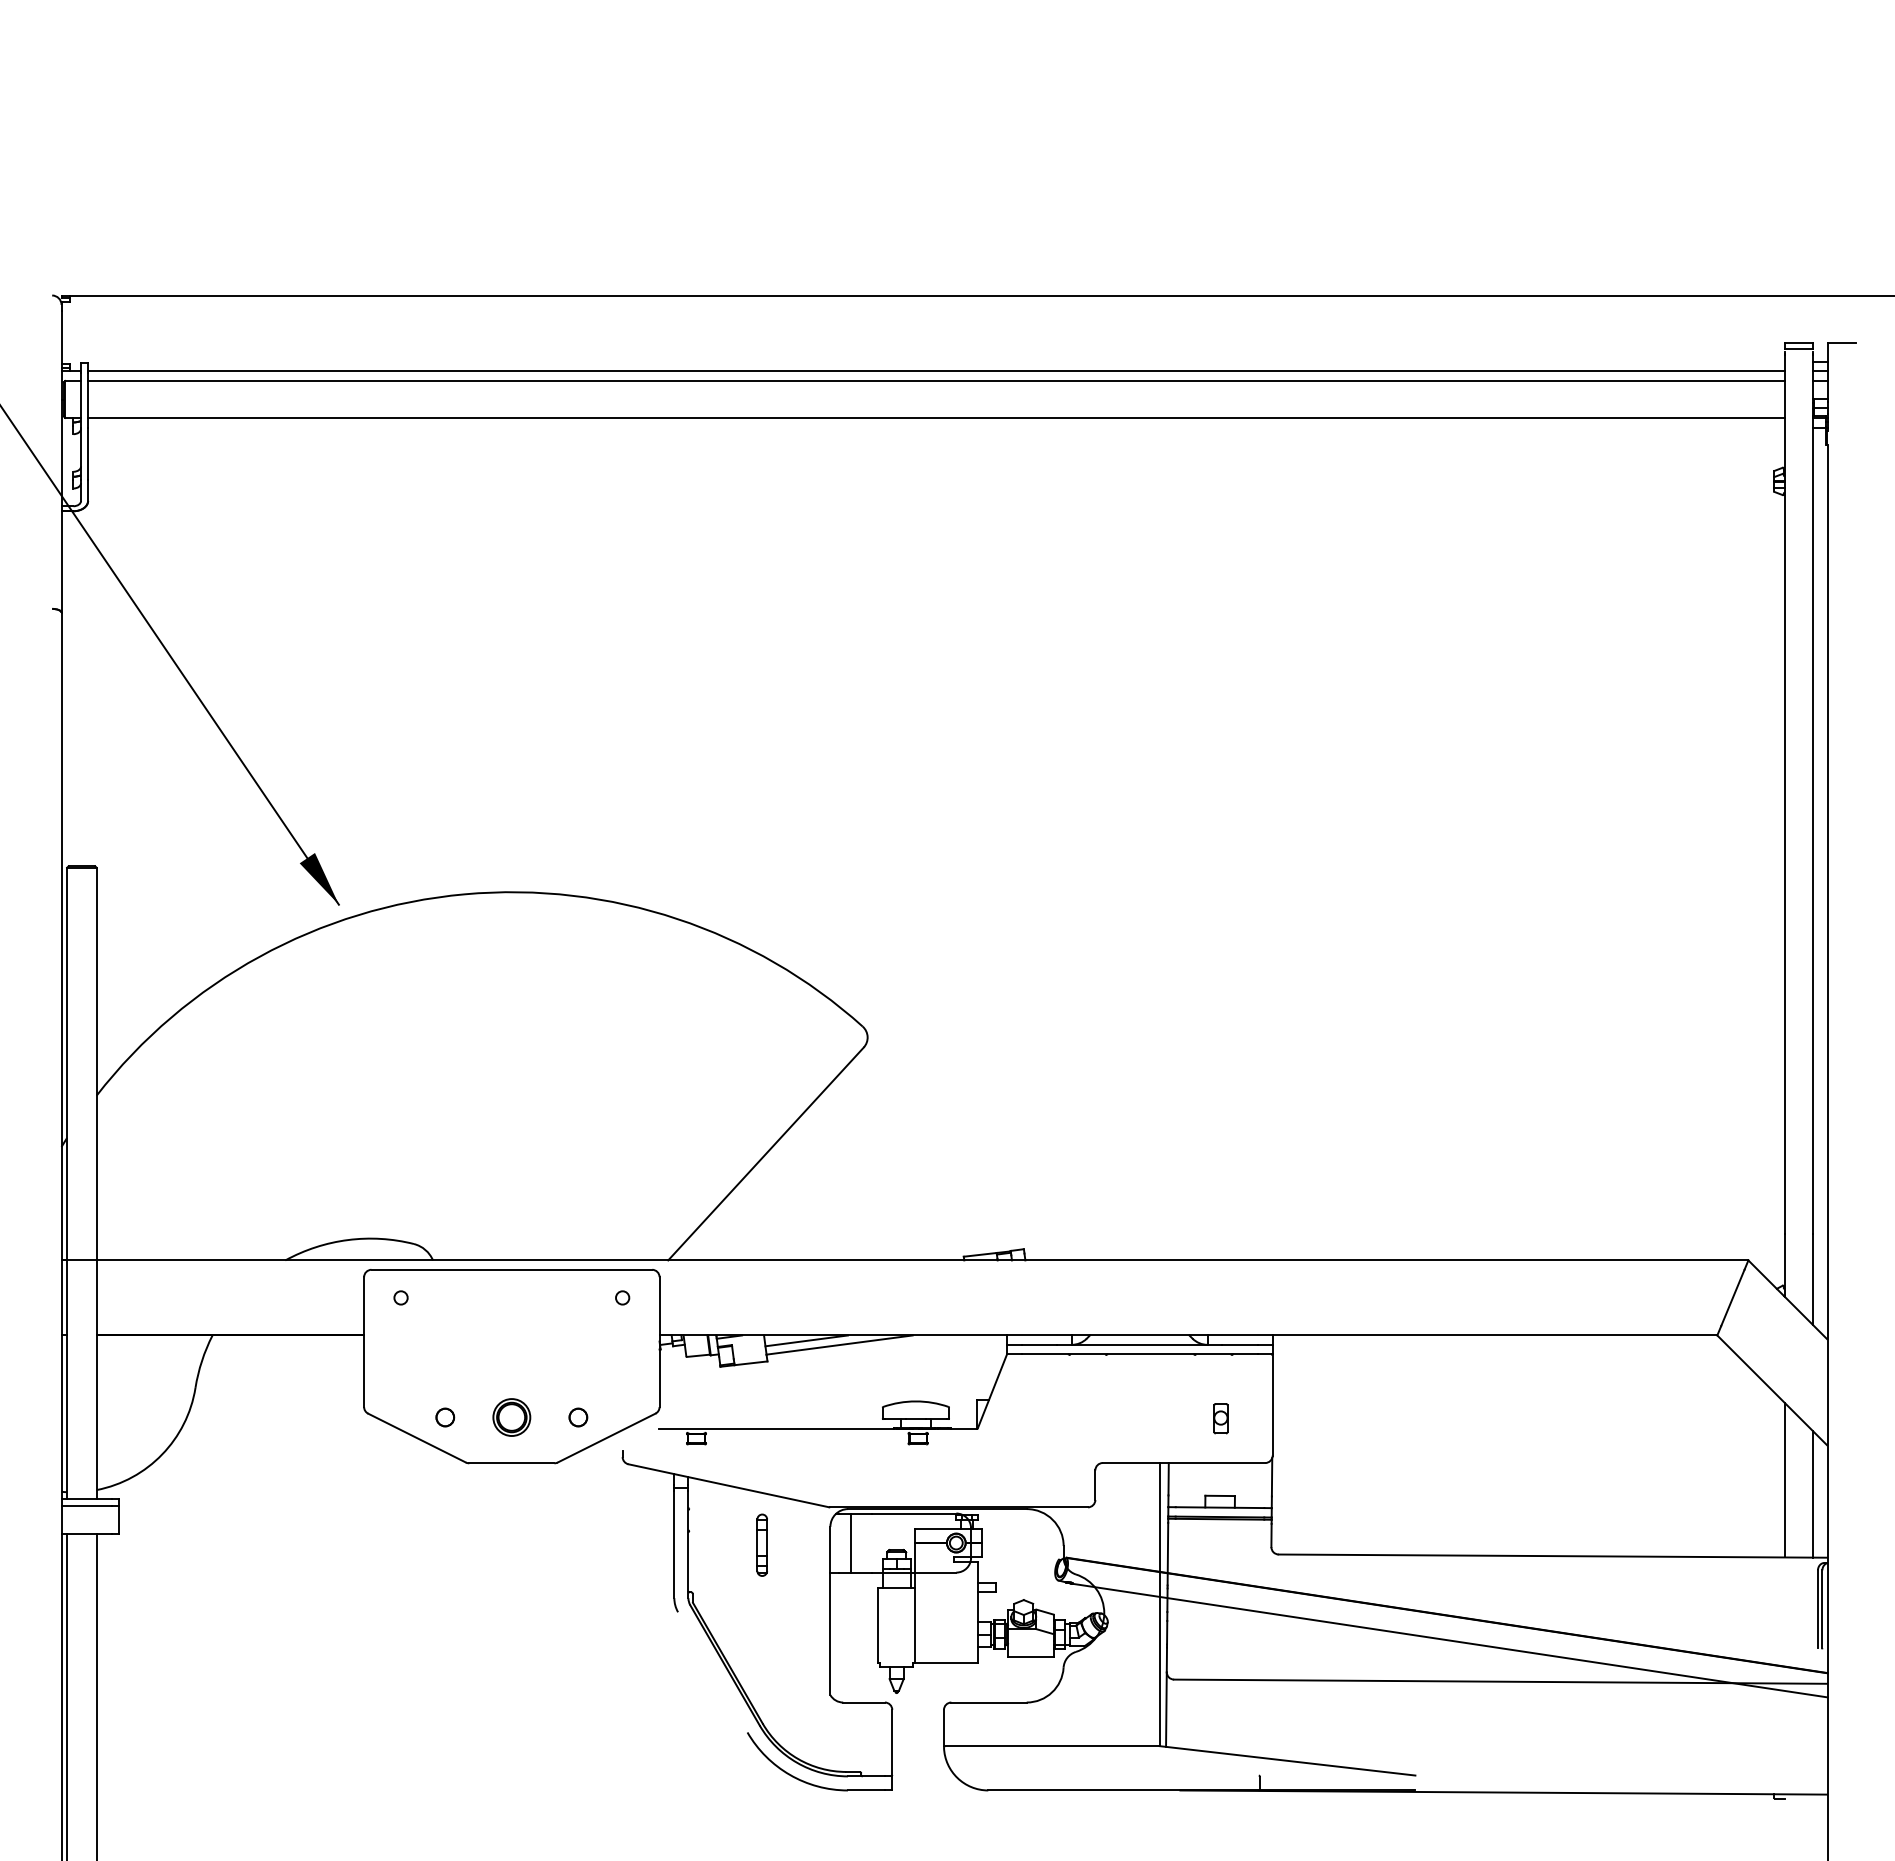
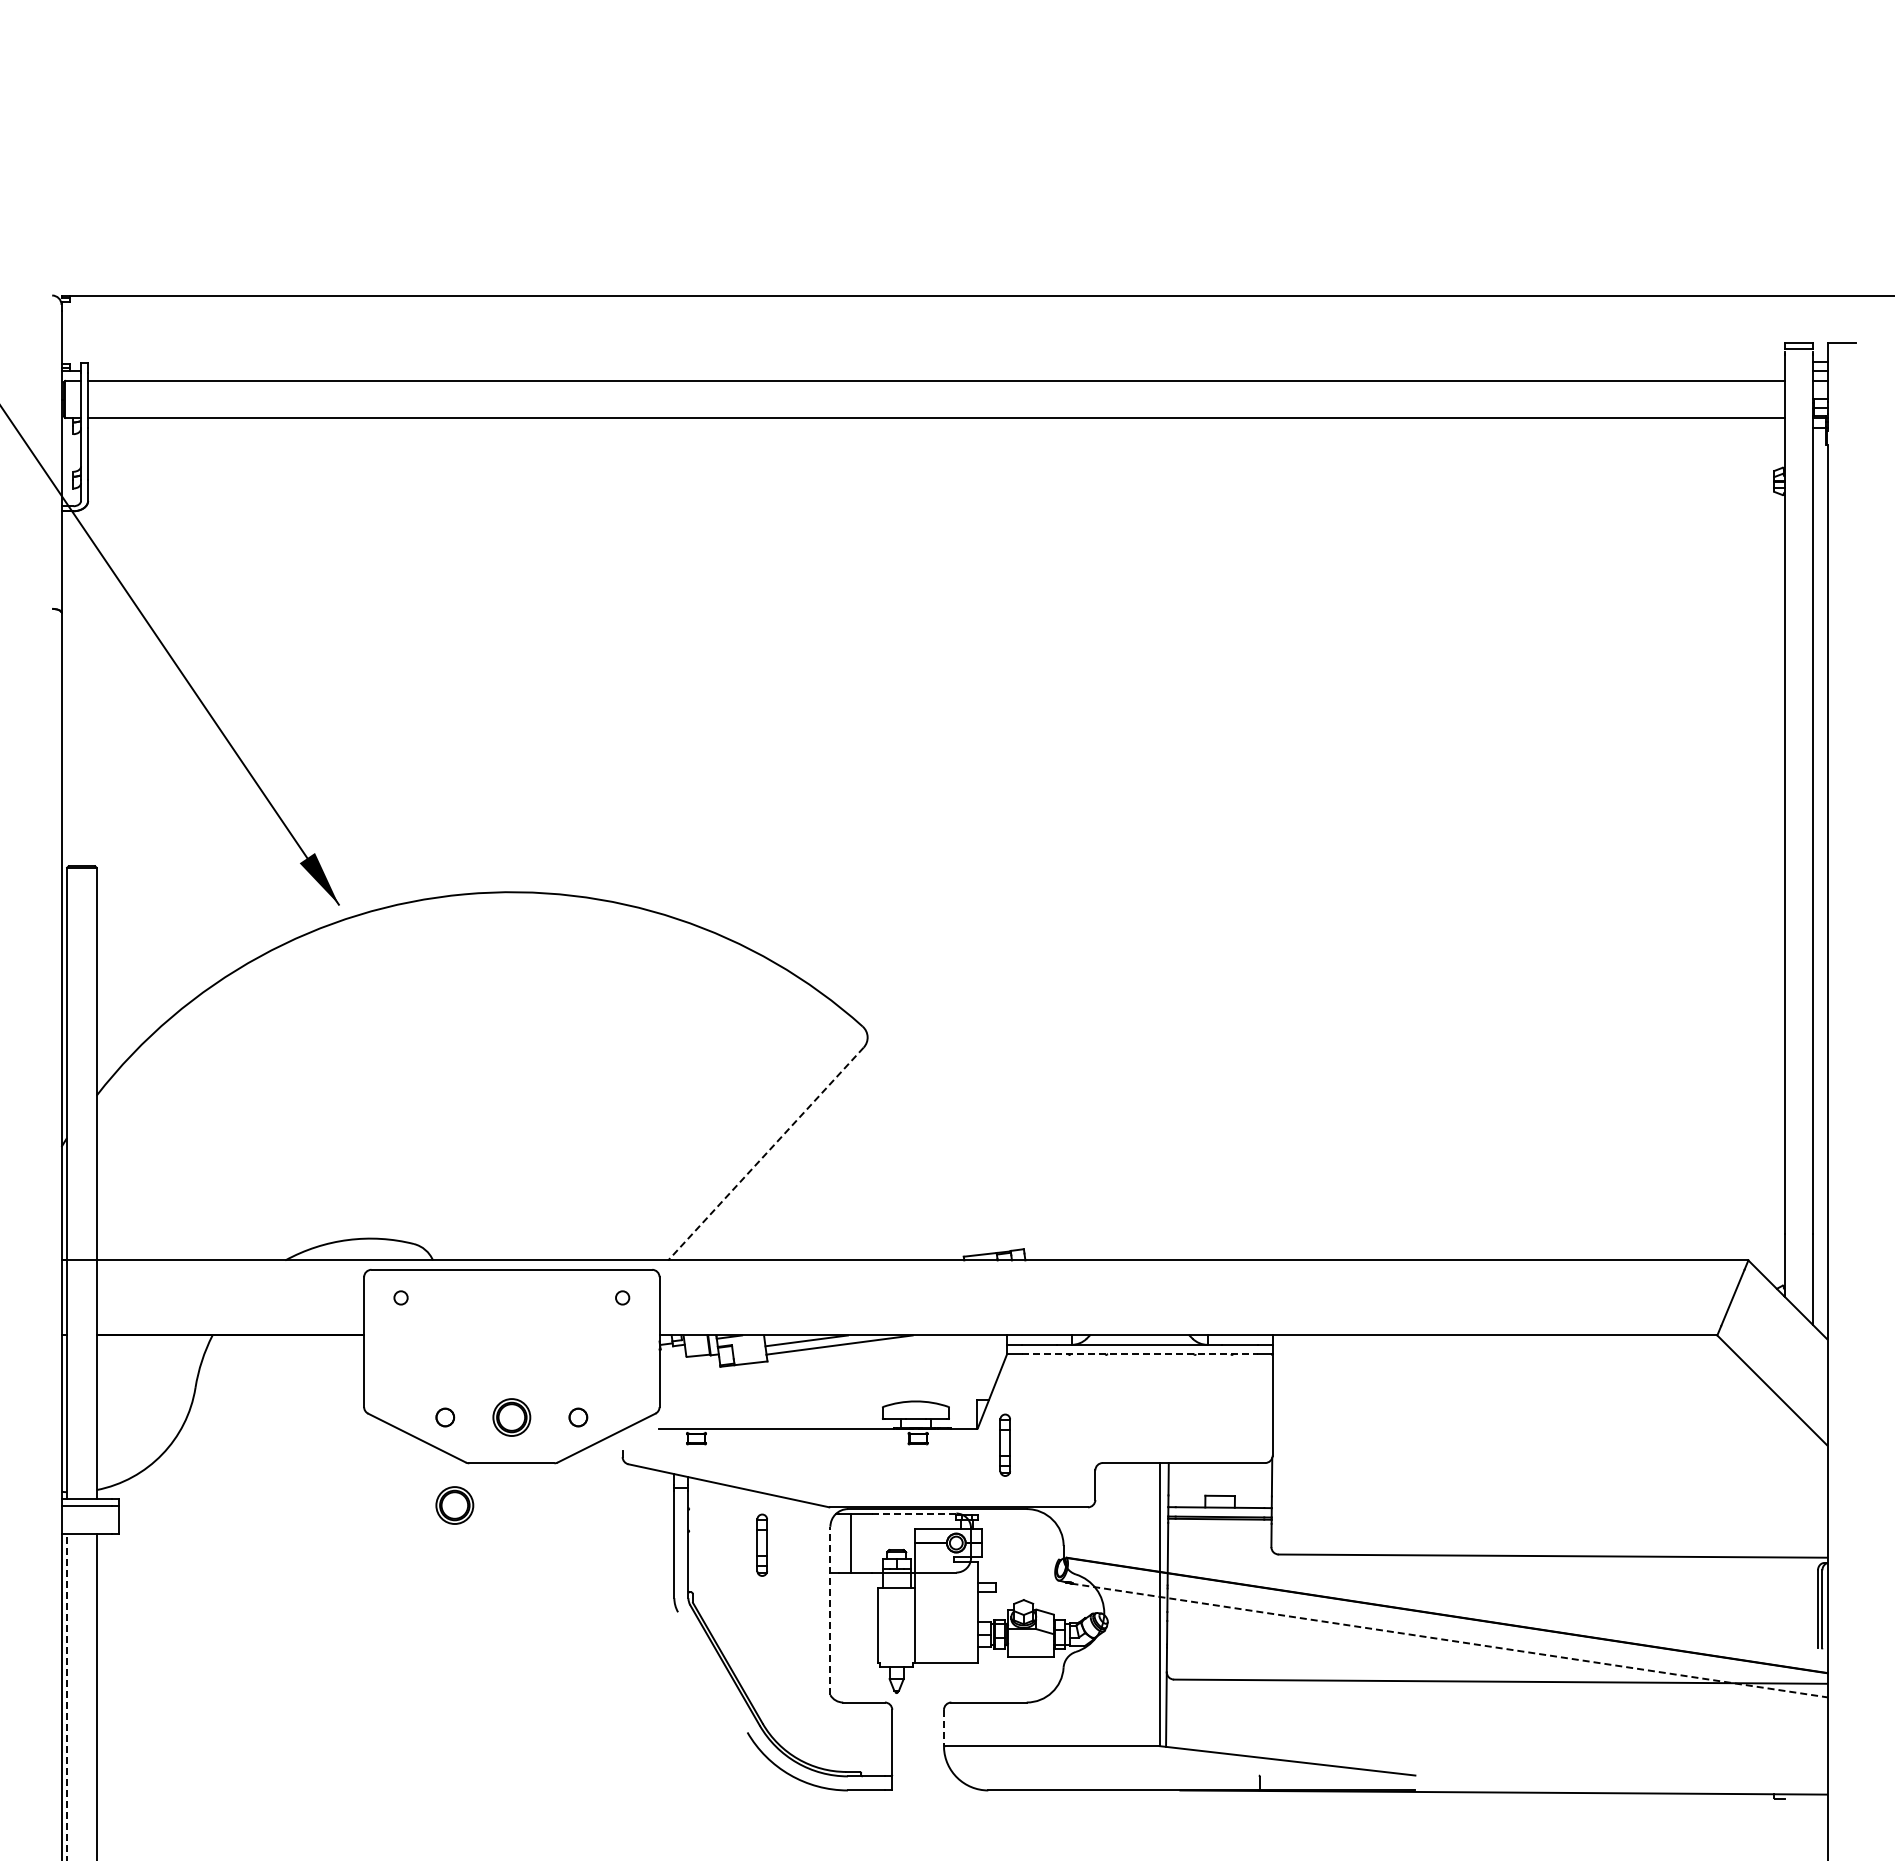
line at (936, 370): present -> none
line at (765, 1154): solid -> dashed
line at (1140, 1354): solid -> dashed
part at (1220, 1418): present -> none
part at (1004, 1444): none -> present
line at (1785, 1480): present -> none
line at (1813, 1494): present -> none
part at (454, 1505): none -> present
line at (914, 1513): solid -> dashed
line at (830, 1610): solid -> dashed
line at (1450, 1640): solid -> dashed
line at (67, 1696): solid -> dashed
line at (943, 1728): solid -> dashed
